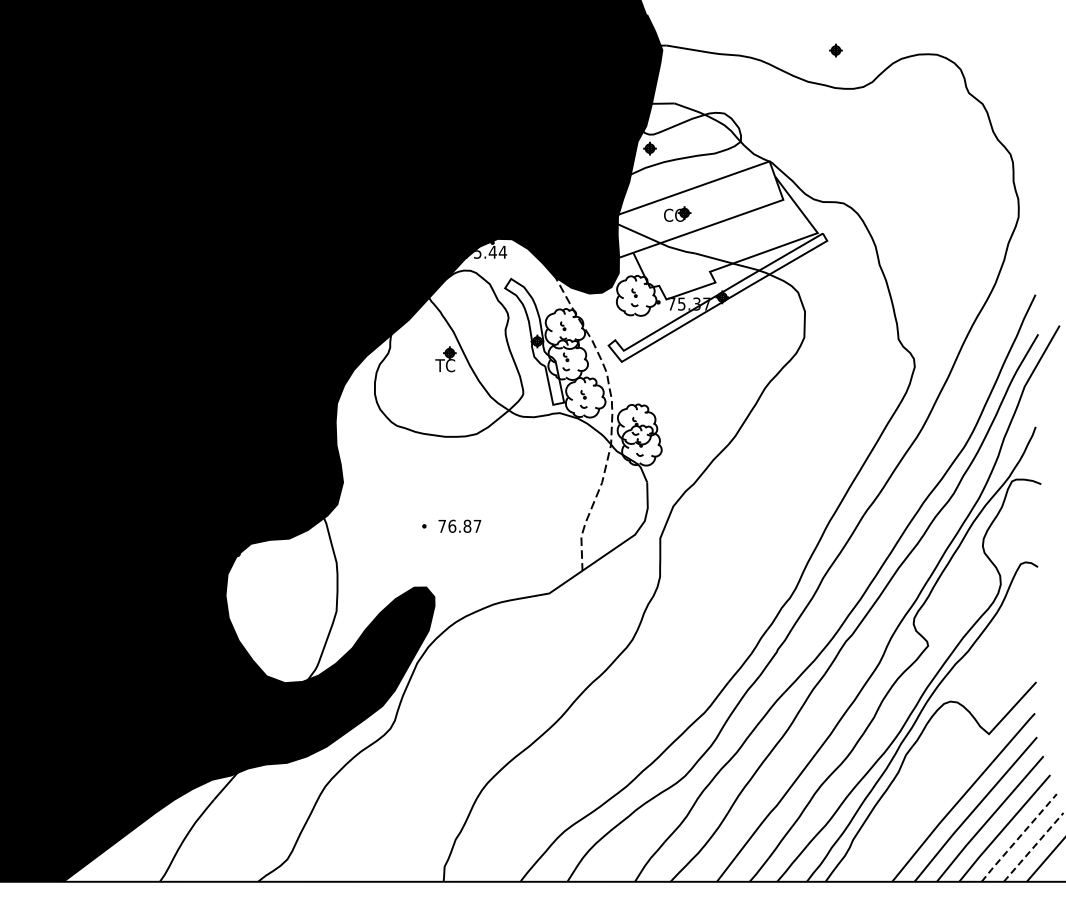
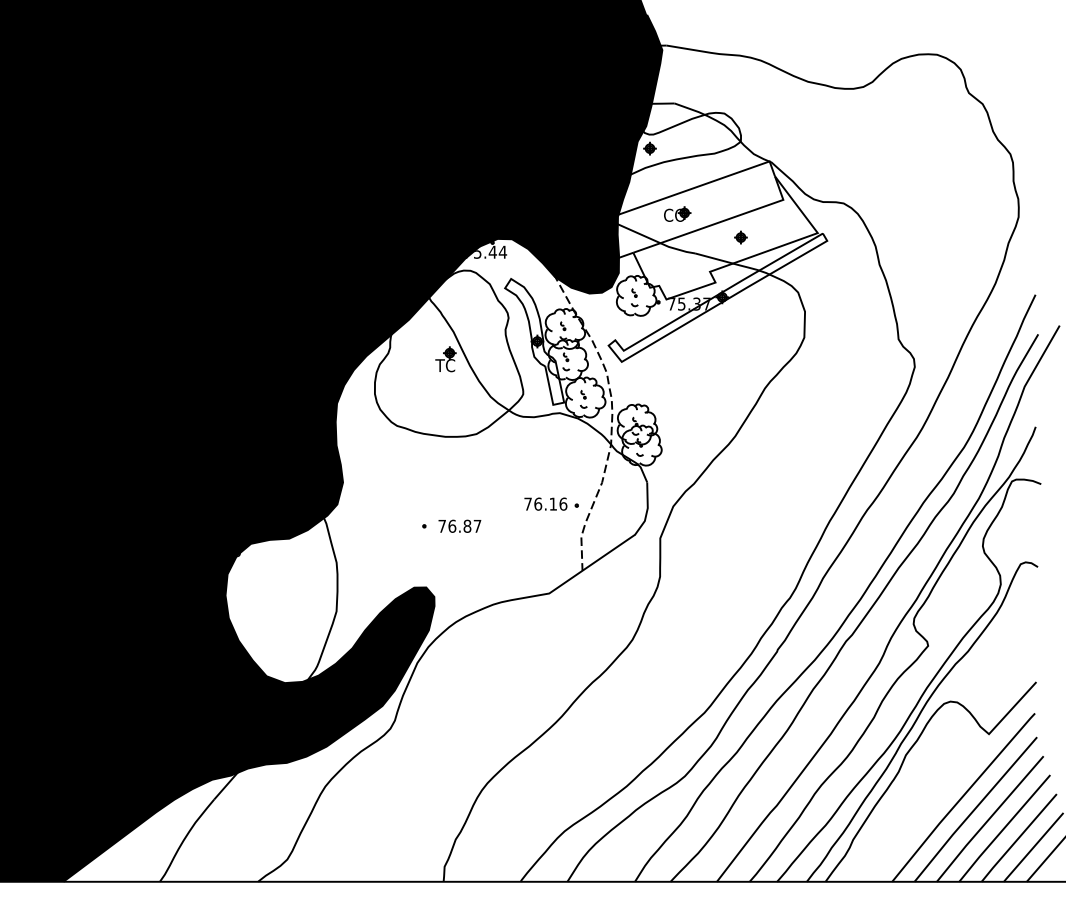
part at (835, 50) position: (835, 50) -> (740, 237)
part at (551, 503): none -> present
line at (1019, 837): dashed -> solid
line at (1033, 847): dashed -> solid
